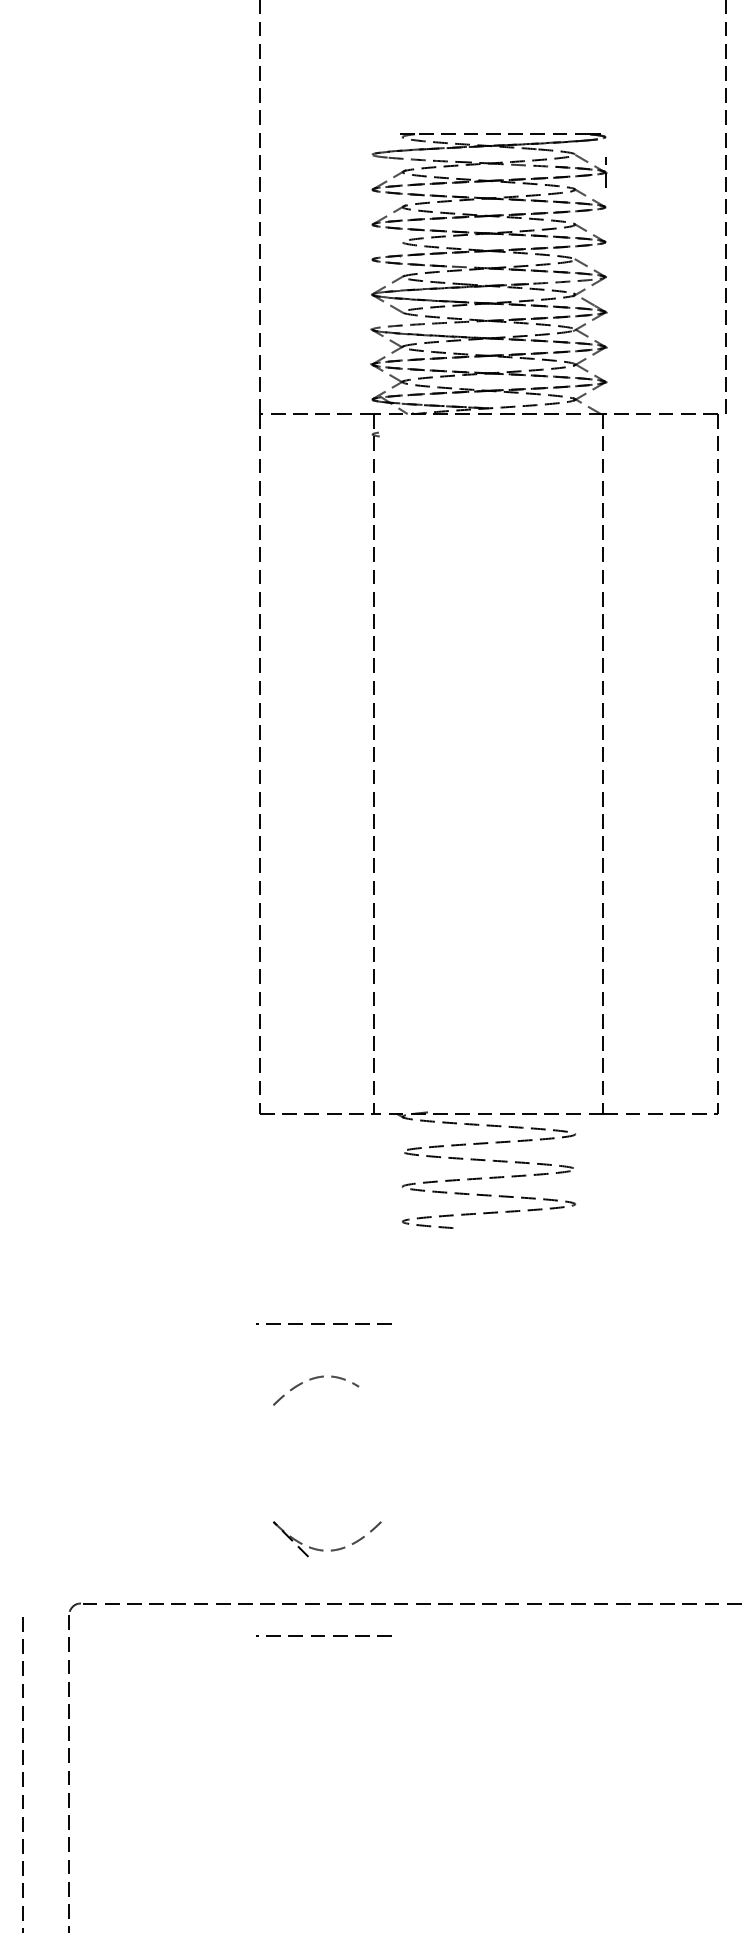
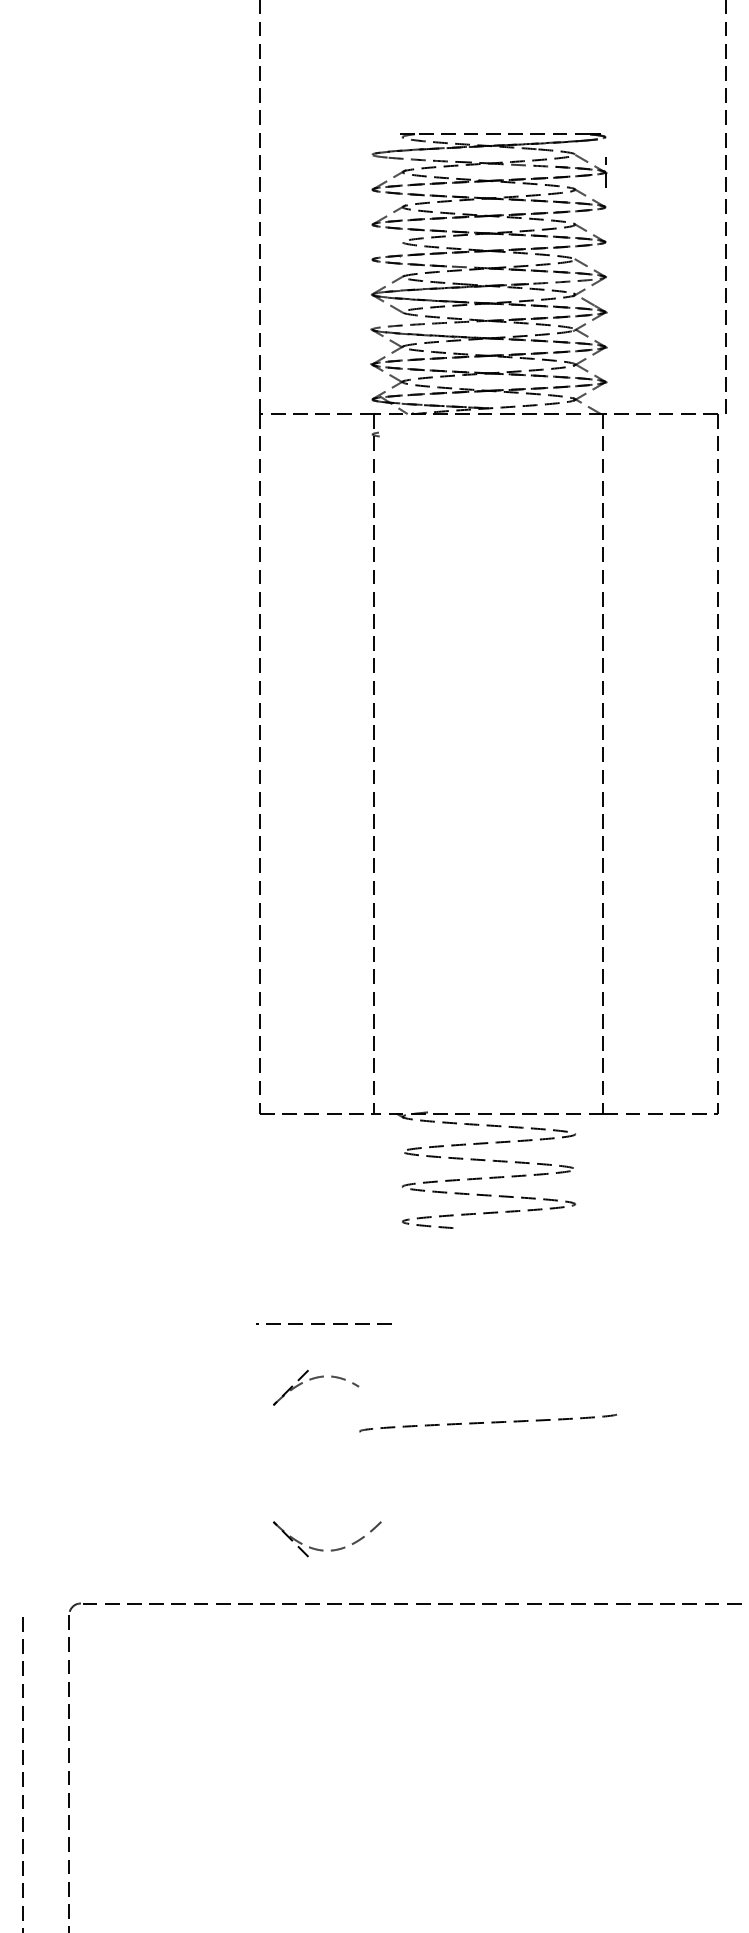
line at (290, 1387): none -> present
curve at (483, 1422): none -> present
line at (323, 1635): present -> none
